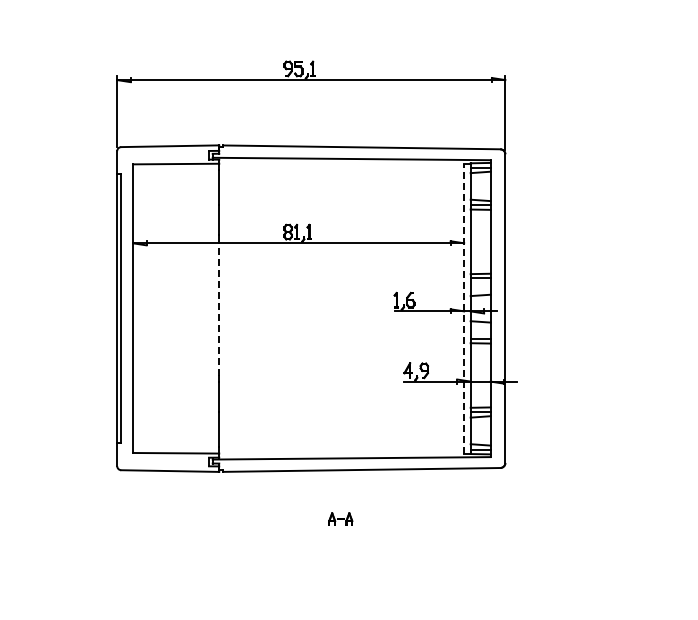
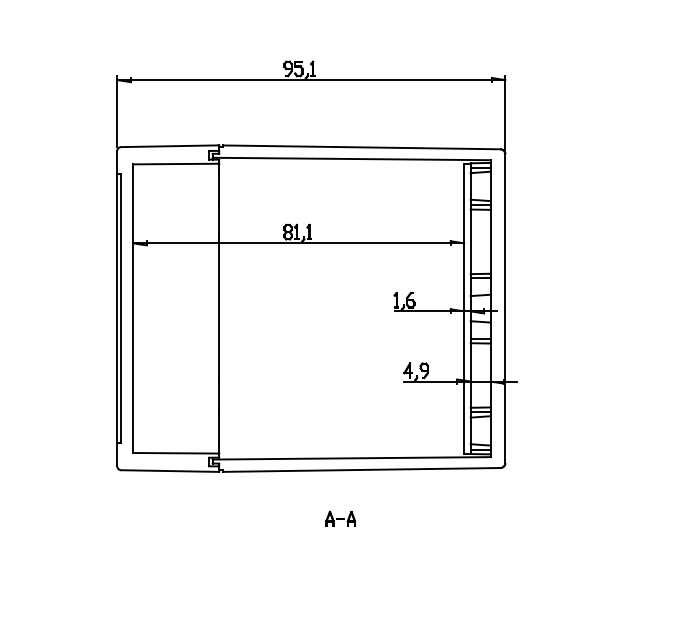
line at (219, 308): dashed -> solid
line at (464, 308): dashed -> solid
part at (340, 518) size: 26x14 px -> 32x16 px
